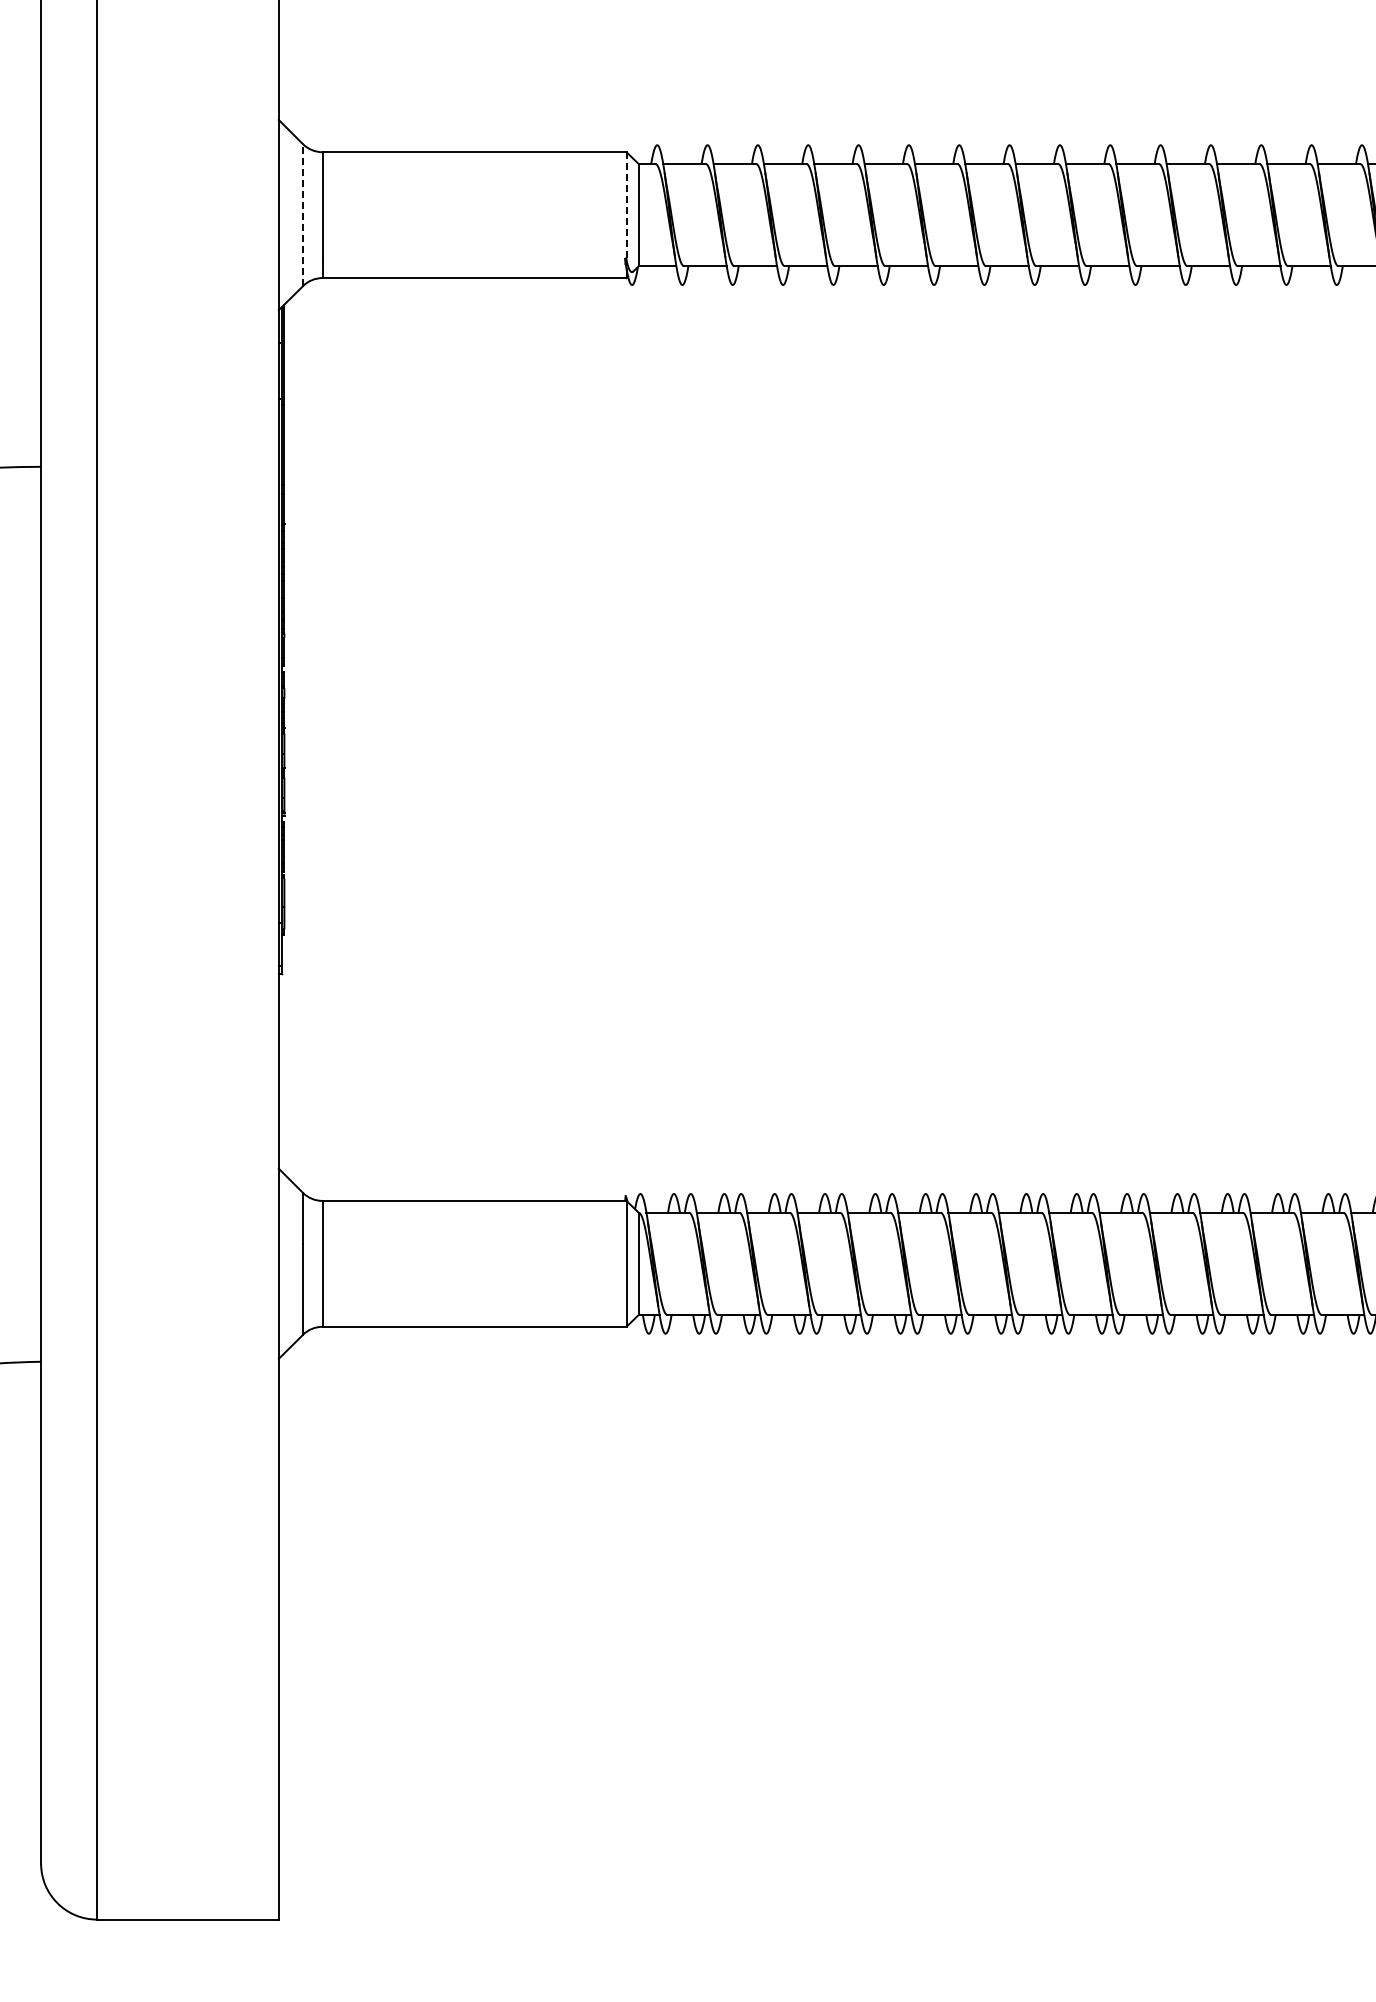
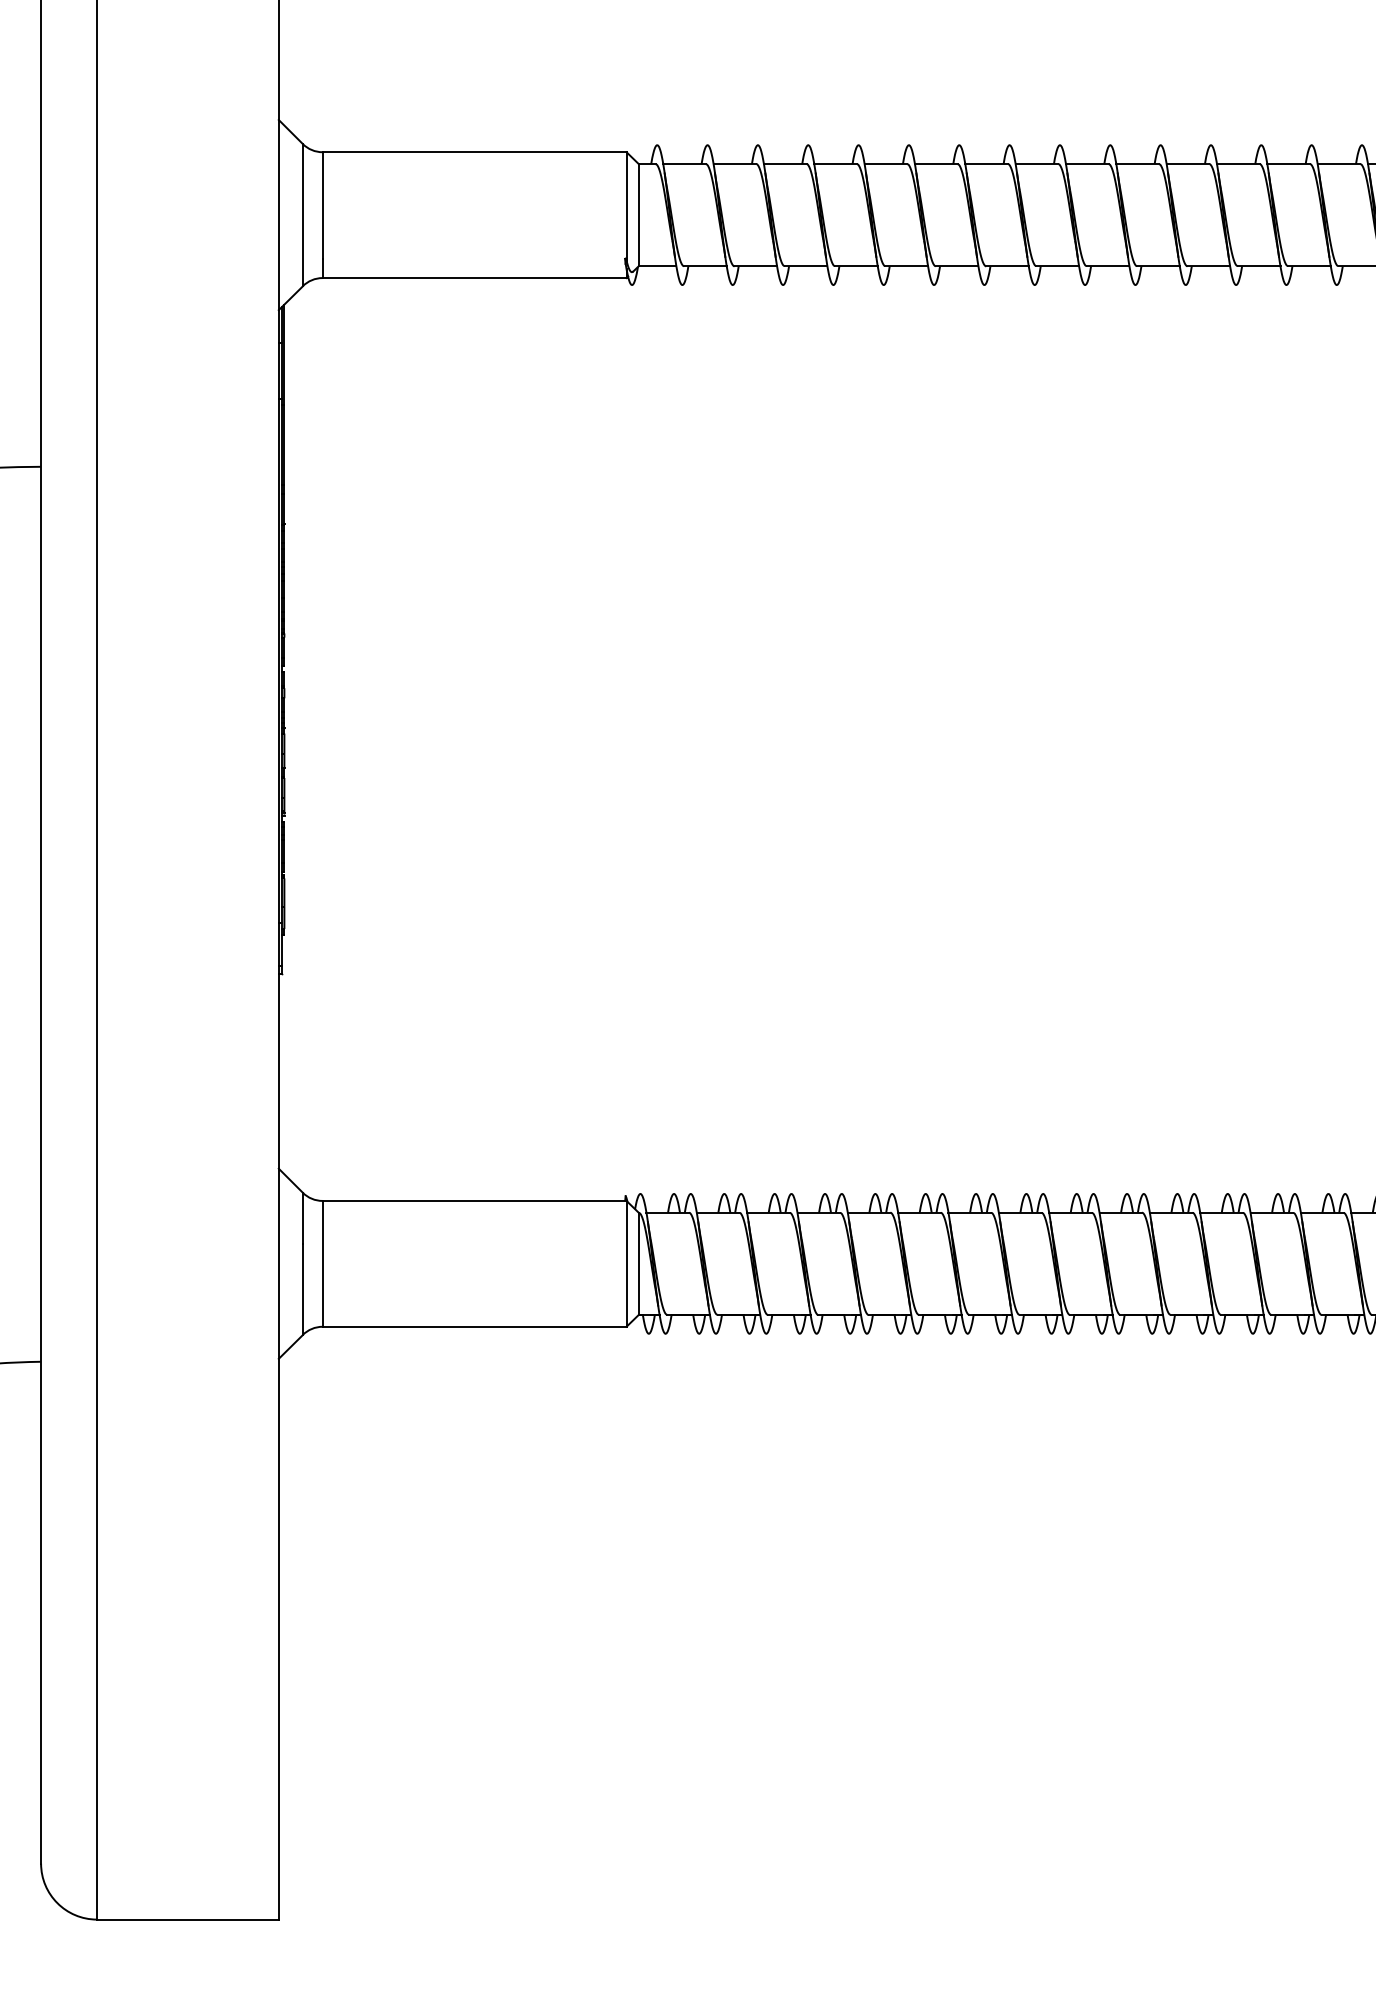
line at (626, 206): dashed -> solid
line at (302, 214): dashed -> solid
